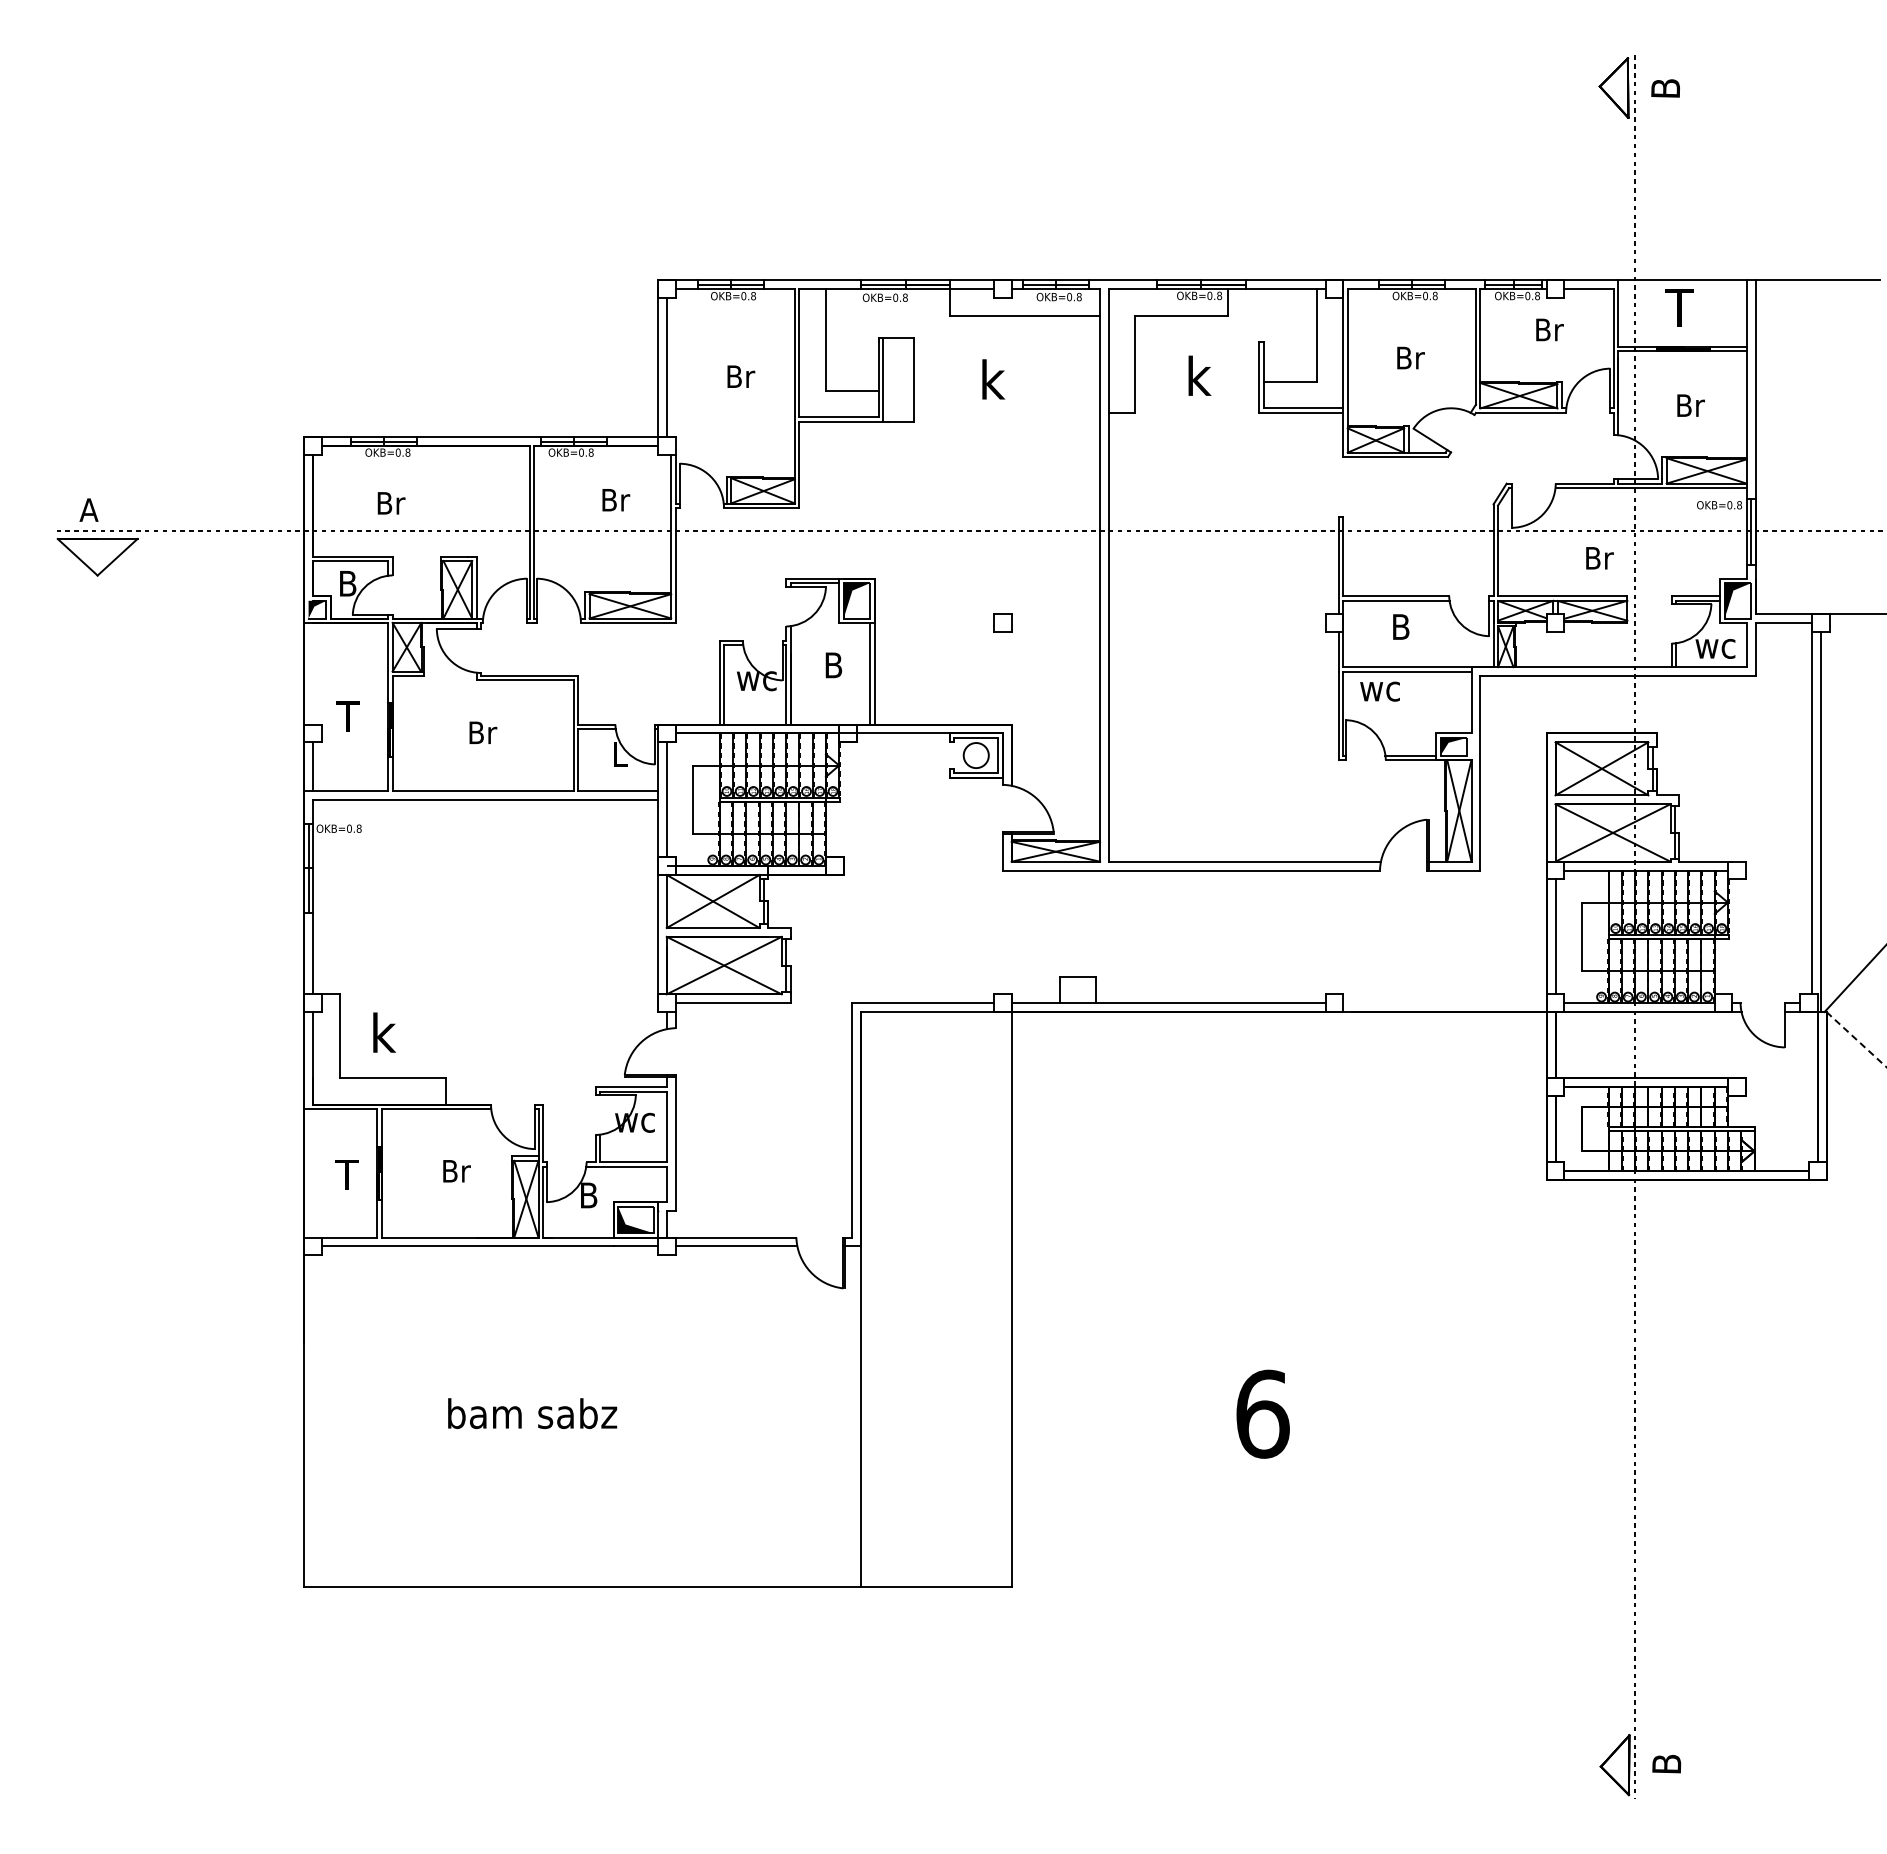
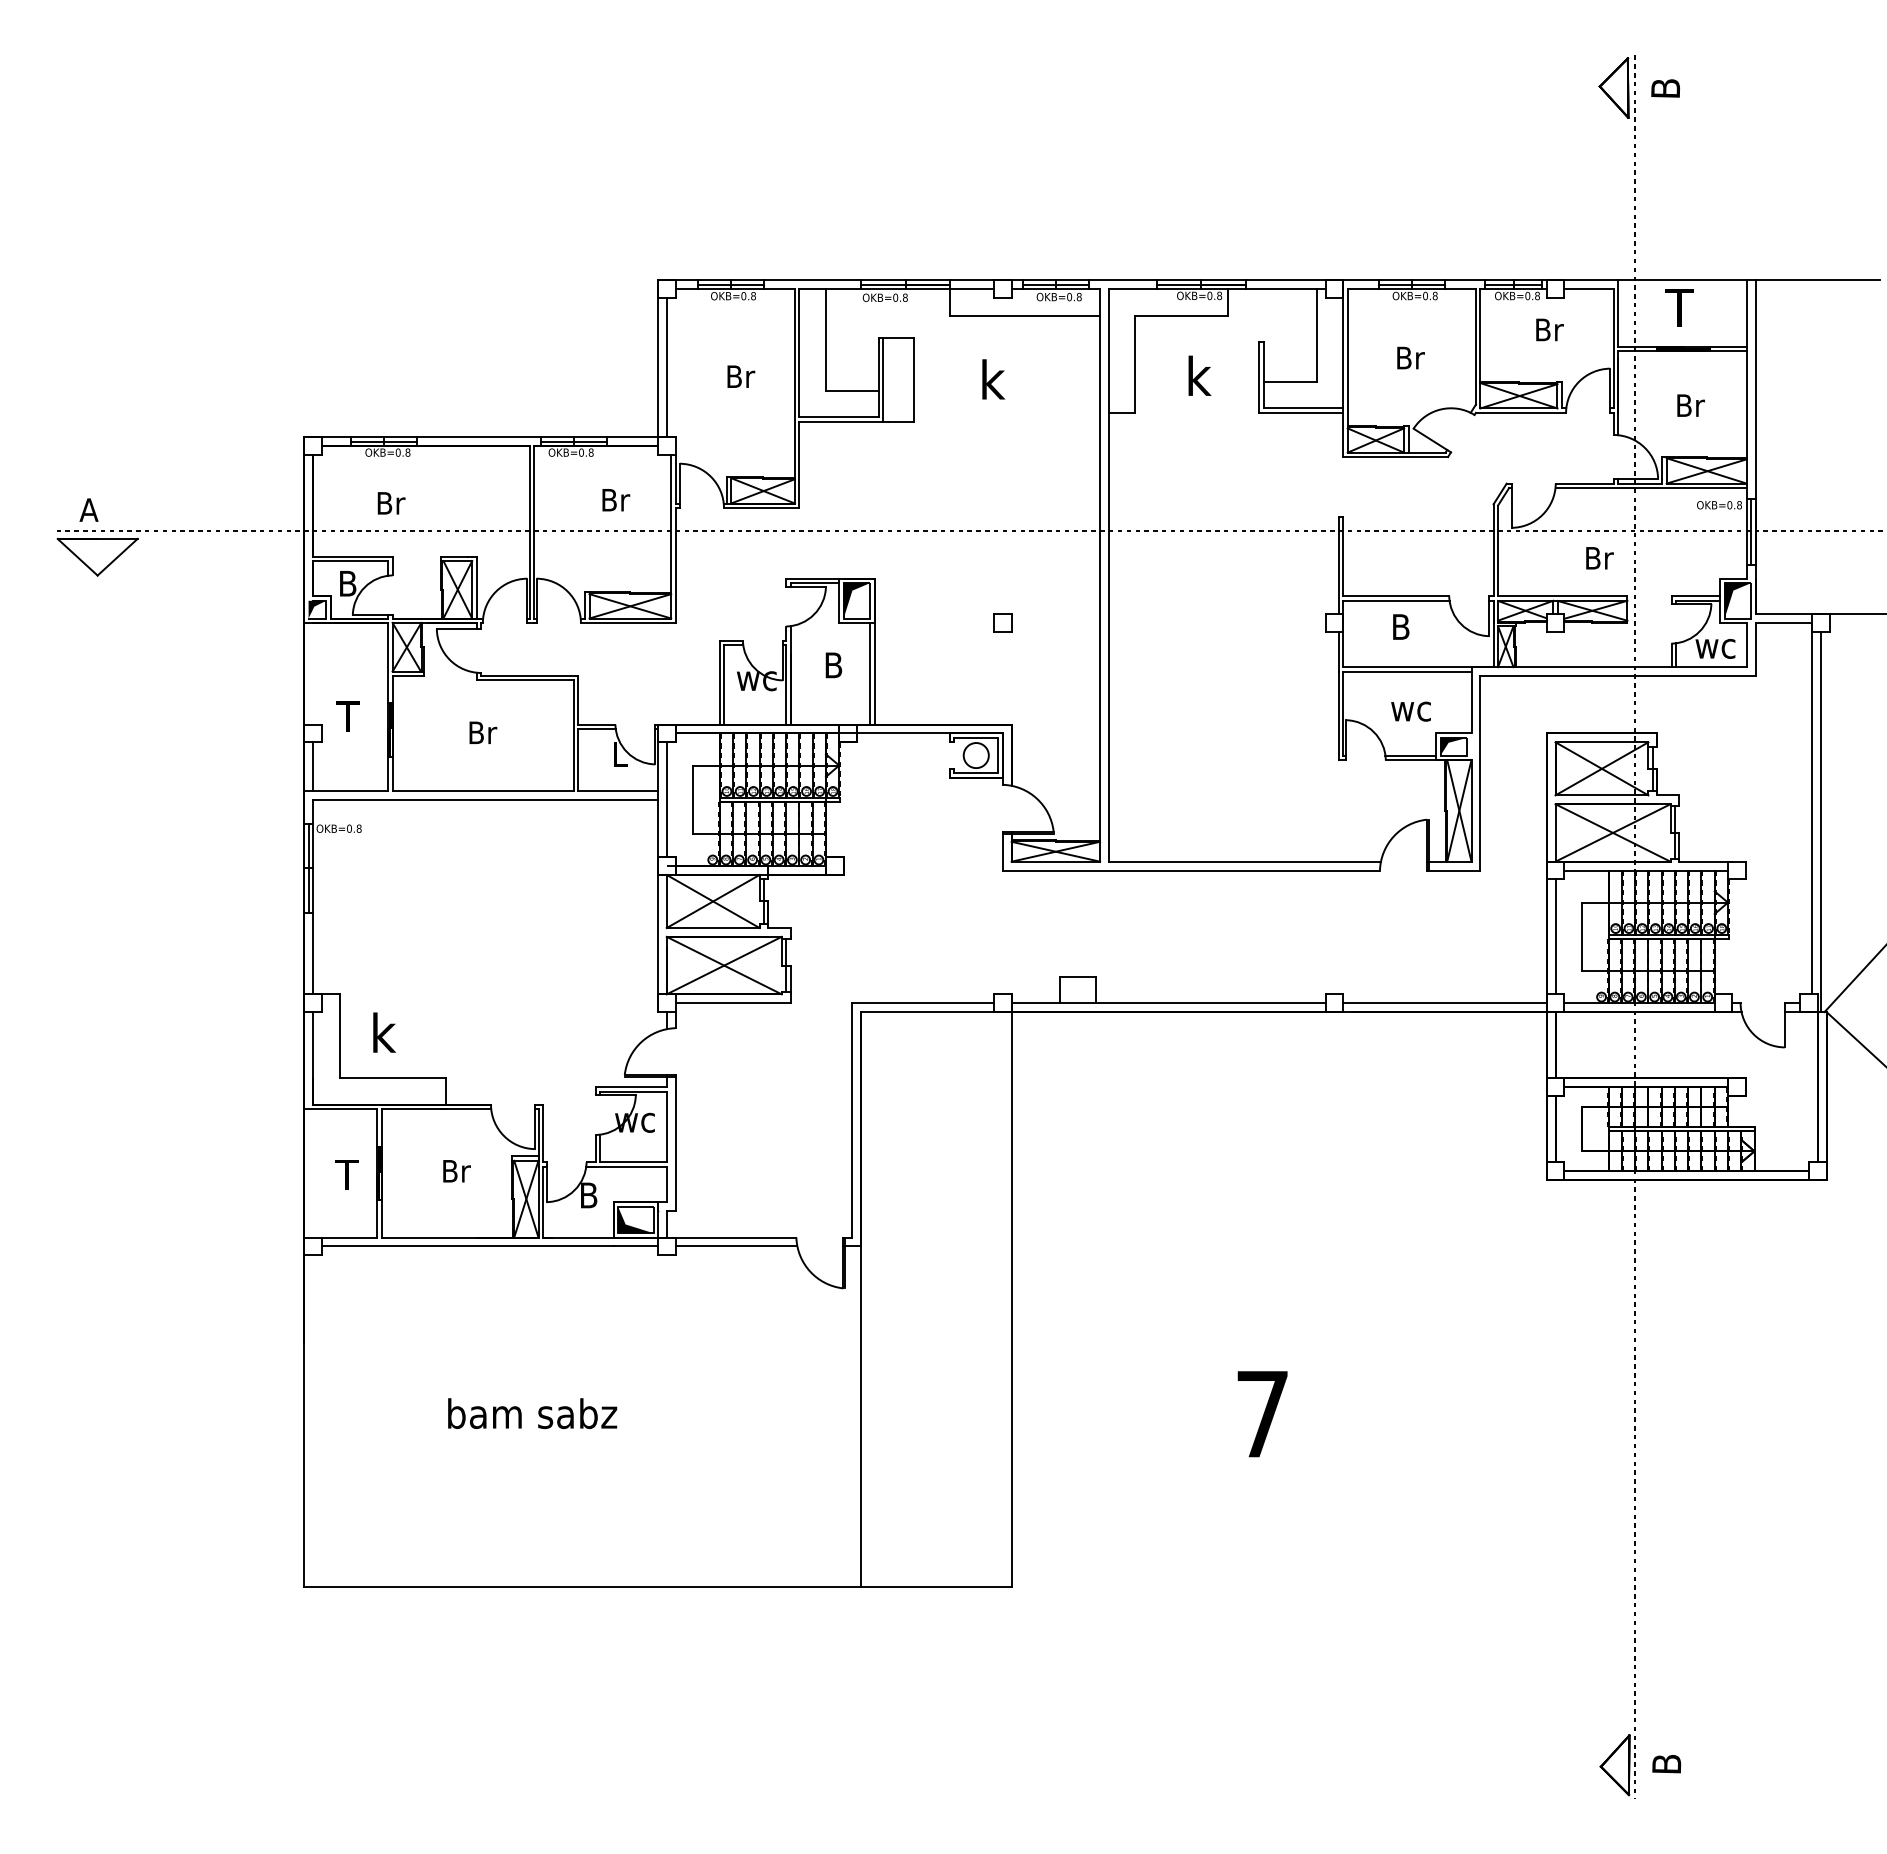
text at (1379, 691) position: (1379, 691) -> (1410, 711)
line at (1444, 1003): none -> present
line at (1856, 1039): dashed -> solid
text at (1262, 1413): 6 -> 7
